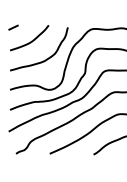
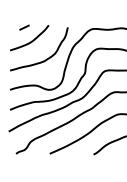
line at (13, 27) position: (13, 27) -> (24, 27)
